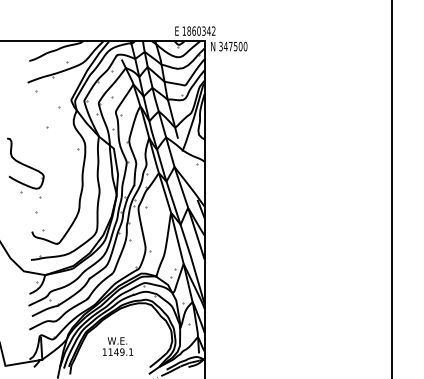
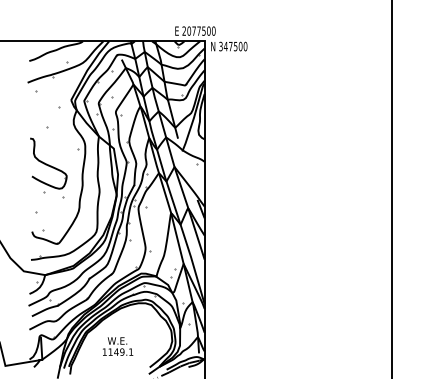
text at (198, 30): 1860342 -> 2077500
part at (25, 167) position: (25, 167) -> (48, 167)
